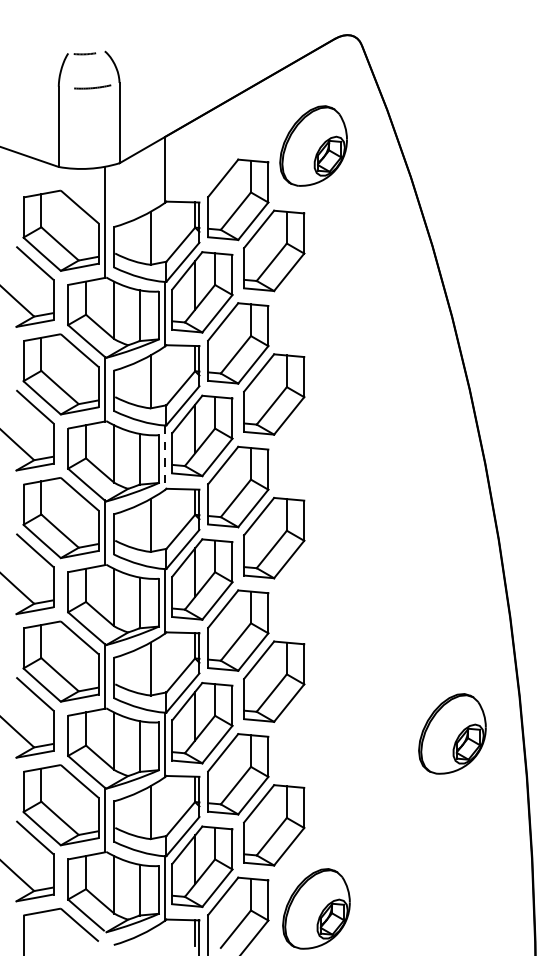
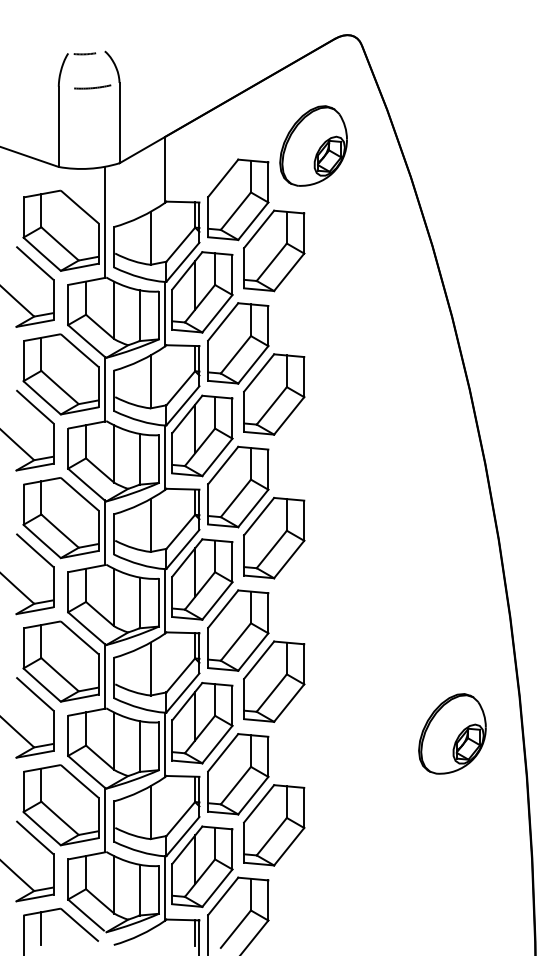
line at (165, 458): dashed -> solid
part at (316, 908): present -> none
line at (41, 928): none -> present
